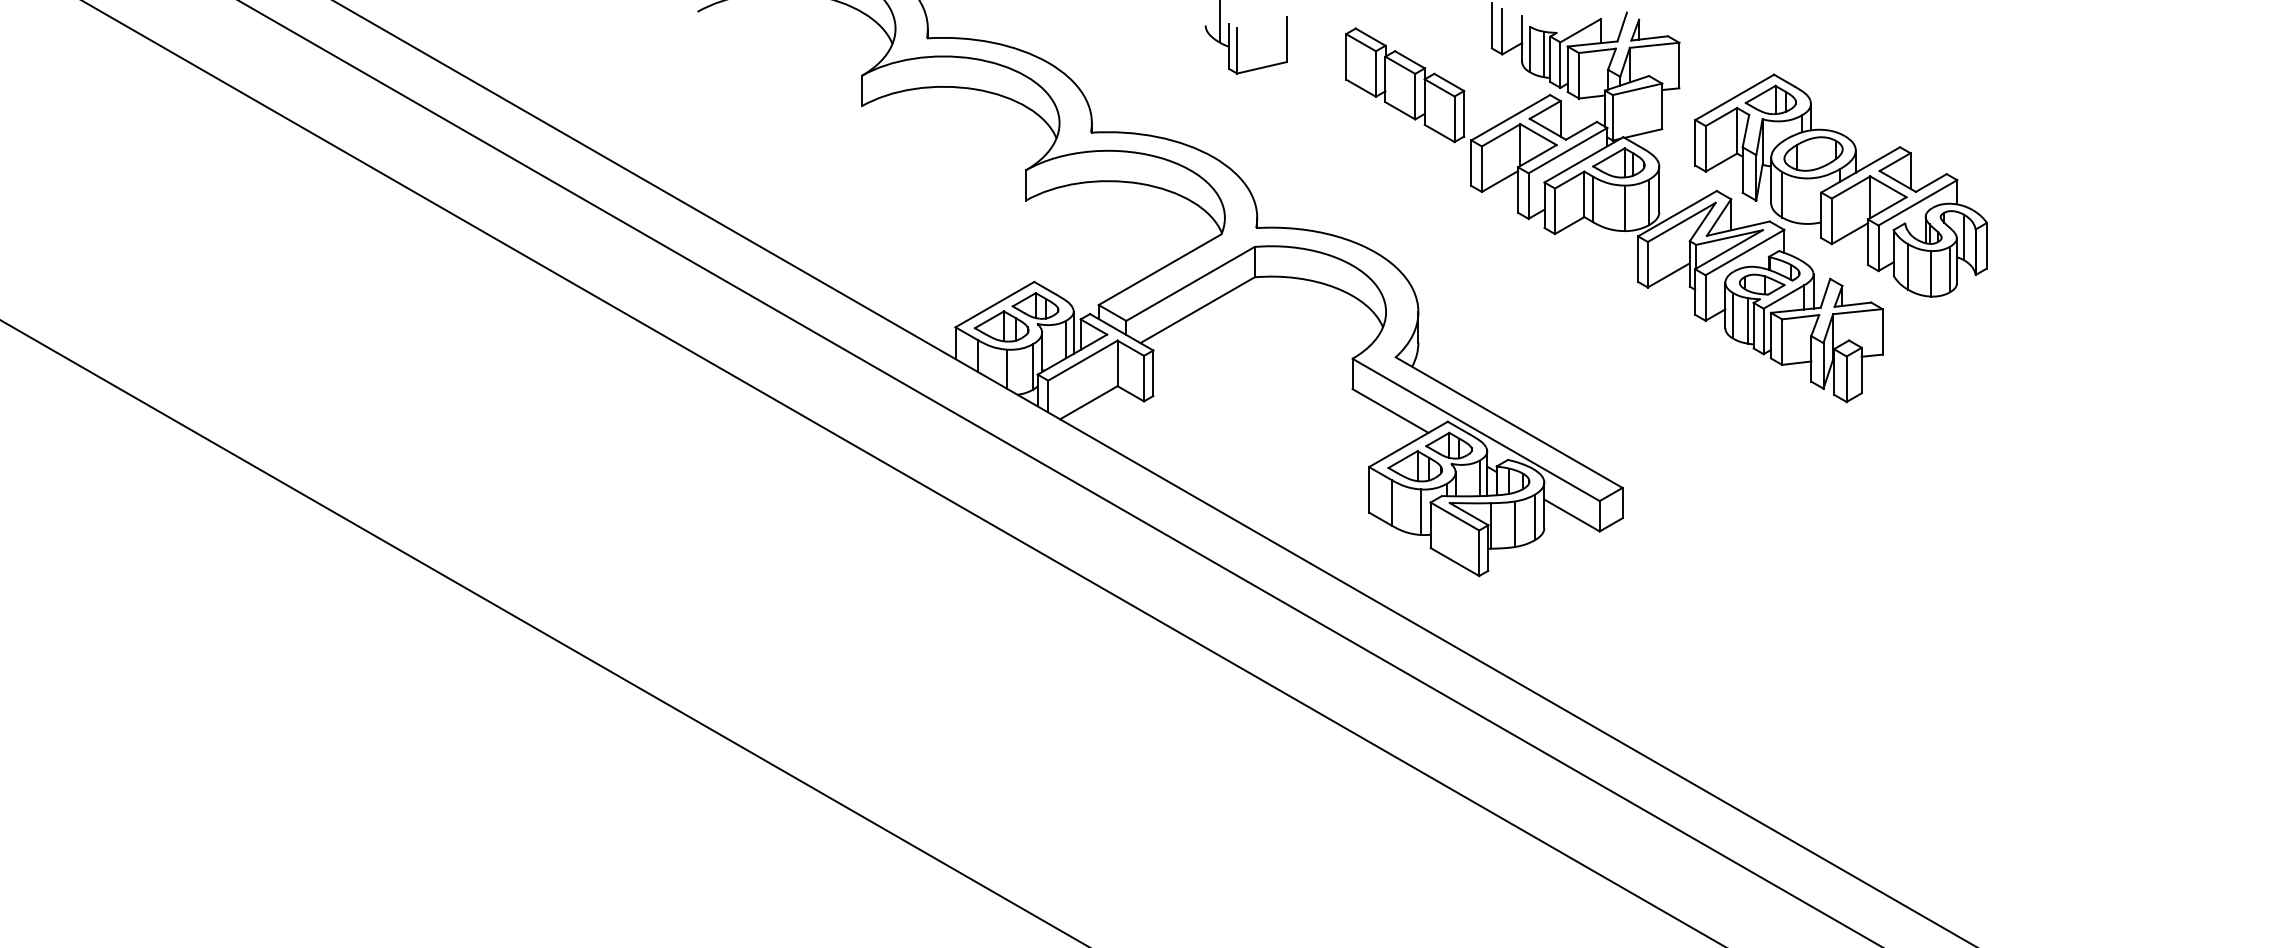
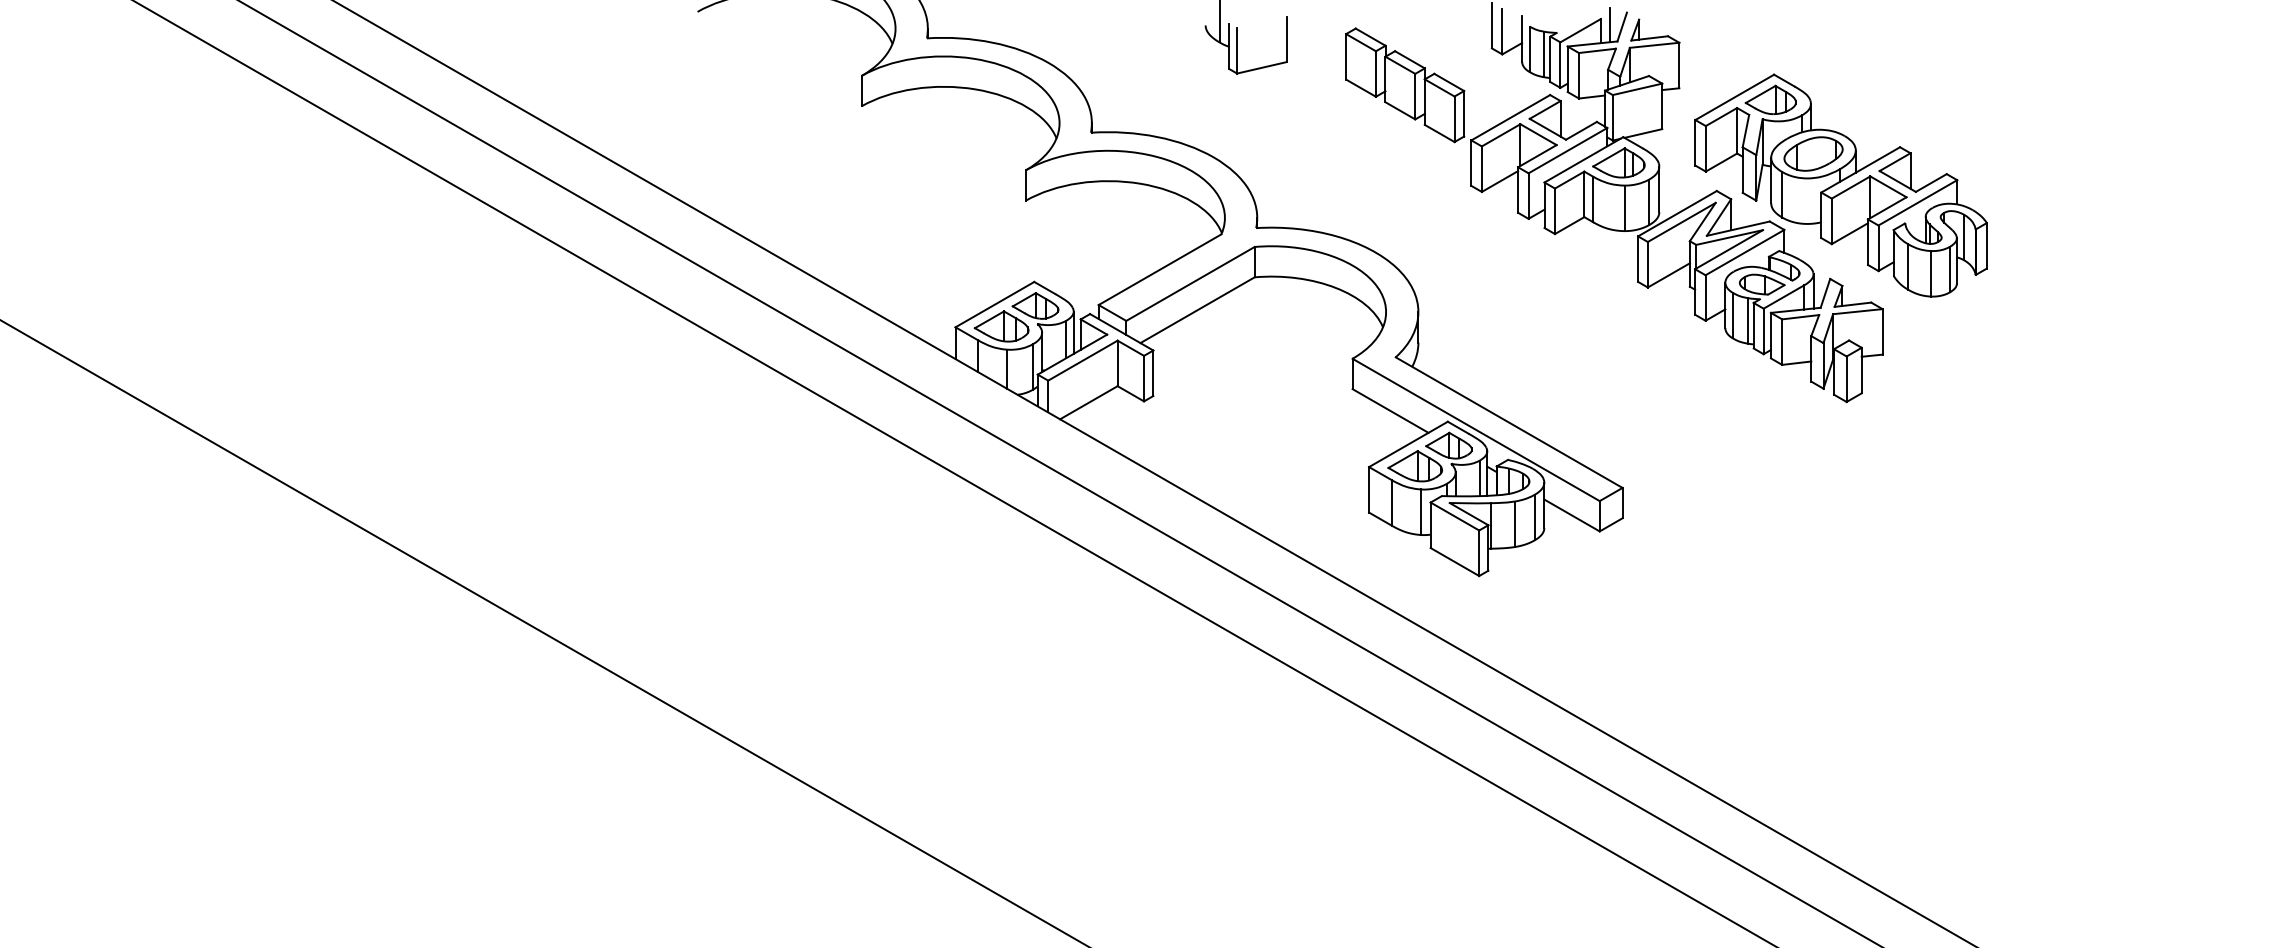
line at (1610, 25): none -> present
line at (902, 473) position: (902, 473) -> (953, 473)
